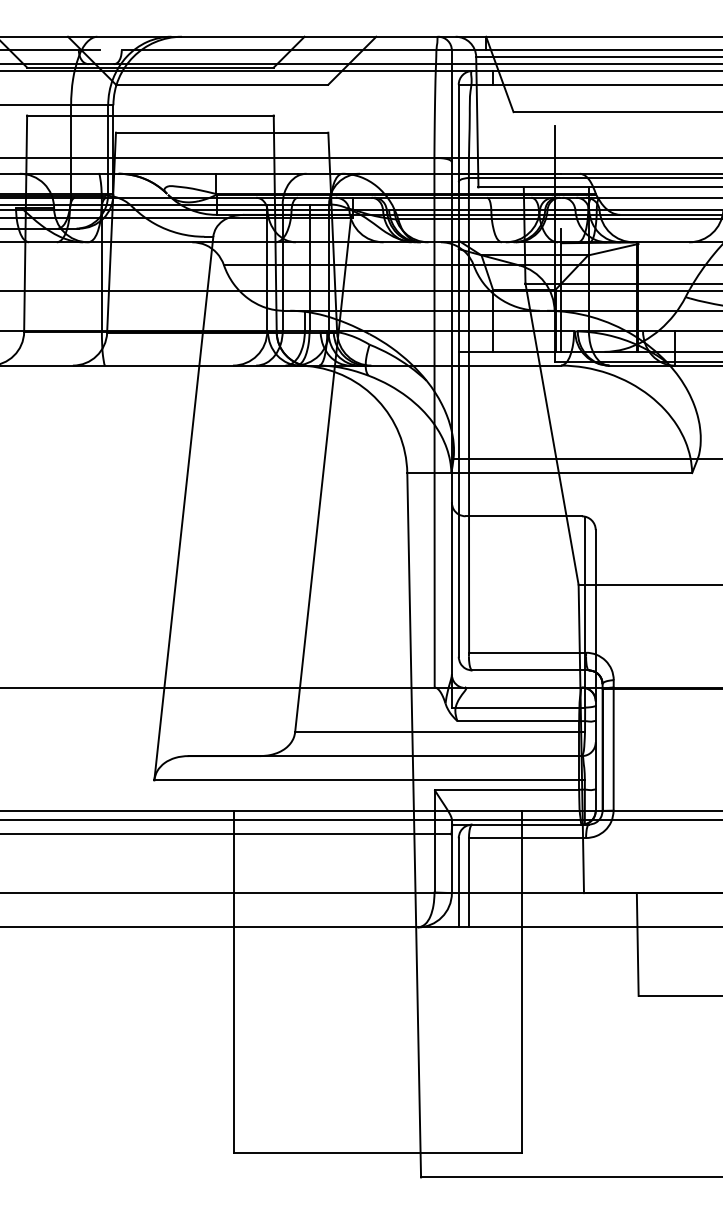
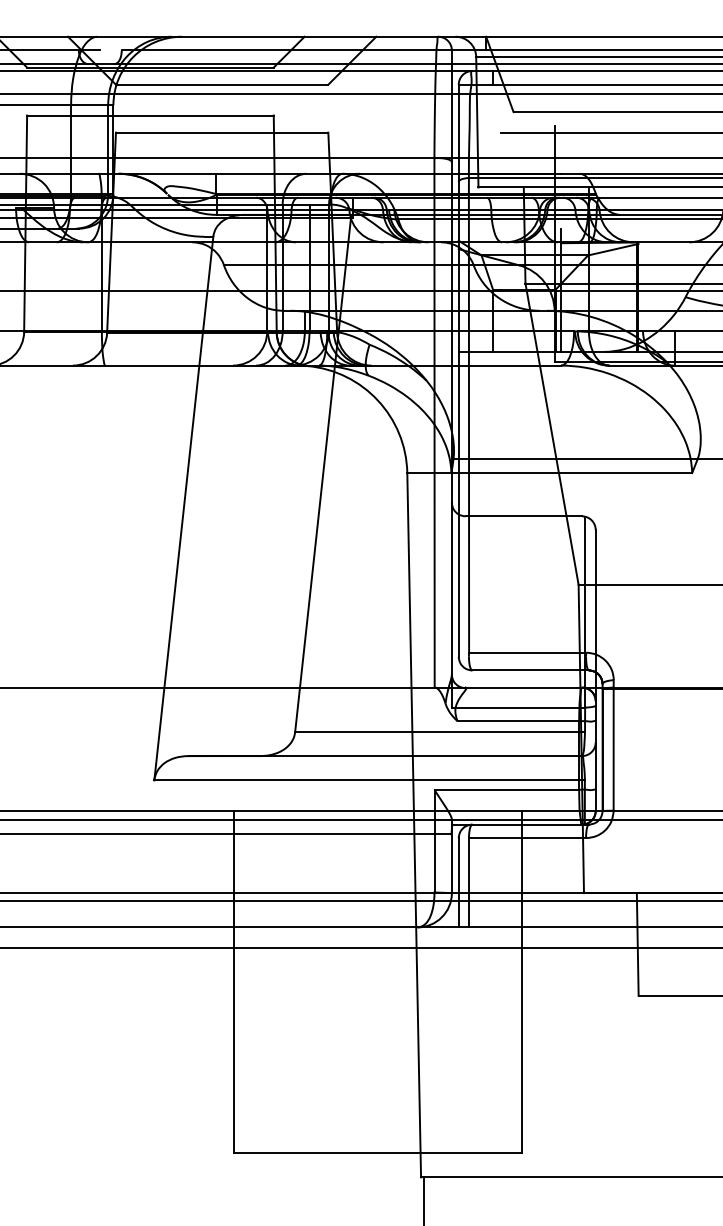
line at (360, 93): none -> present
line at (609, 132): none -> present
line at (360, 900): none -> present
line at (360, 947): none -> present
line at (424, 1199): none -> present
